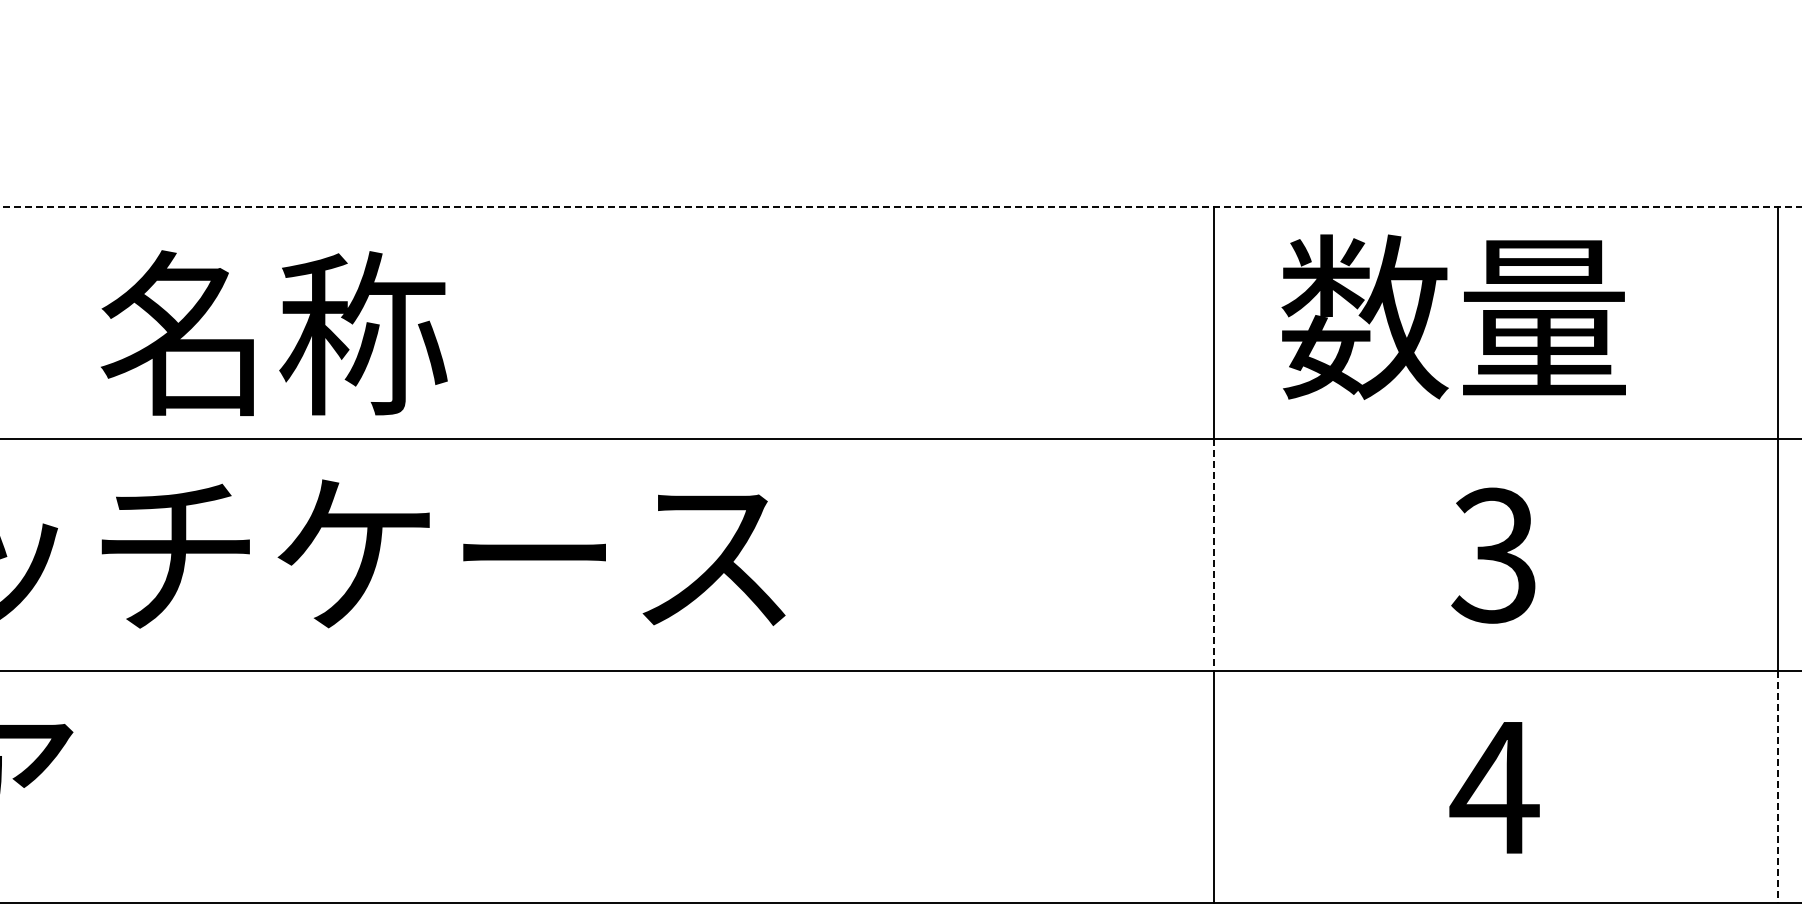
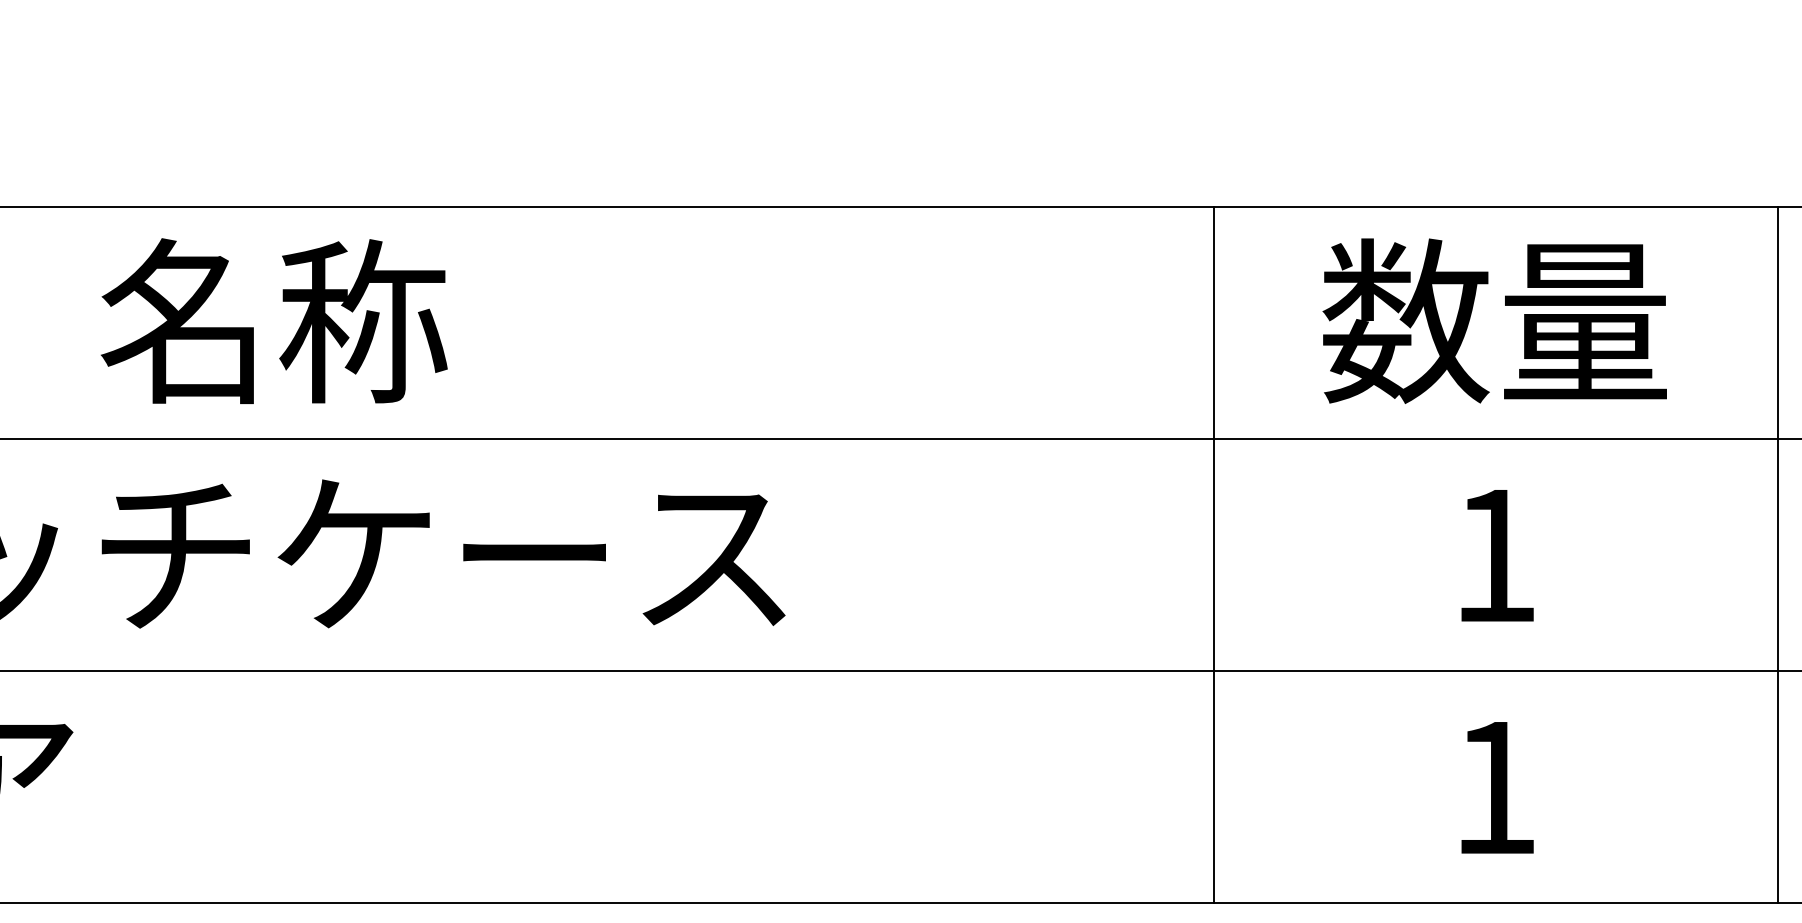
line at (901, 207): dashed -> solid
text at (1453, 316) position: (1453, 316) -> (1494, 320)
text at (273, 332) position: (273, 332) -> (273, 320)
line at (1213, 555): dashed -> solid
text at (1493, 555): 3 -> 1
text at (1494, 787): 4 -> 1
line at (1777, 787): dashed -> solid
